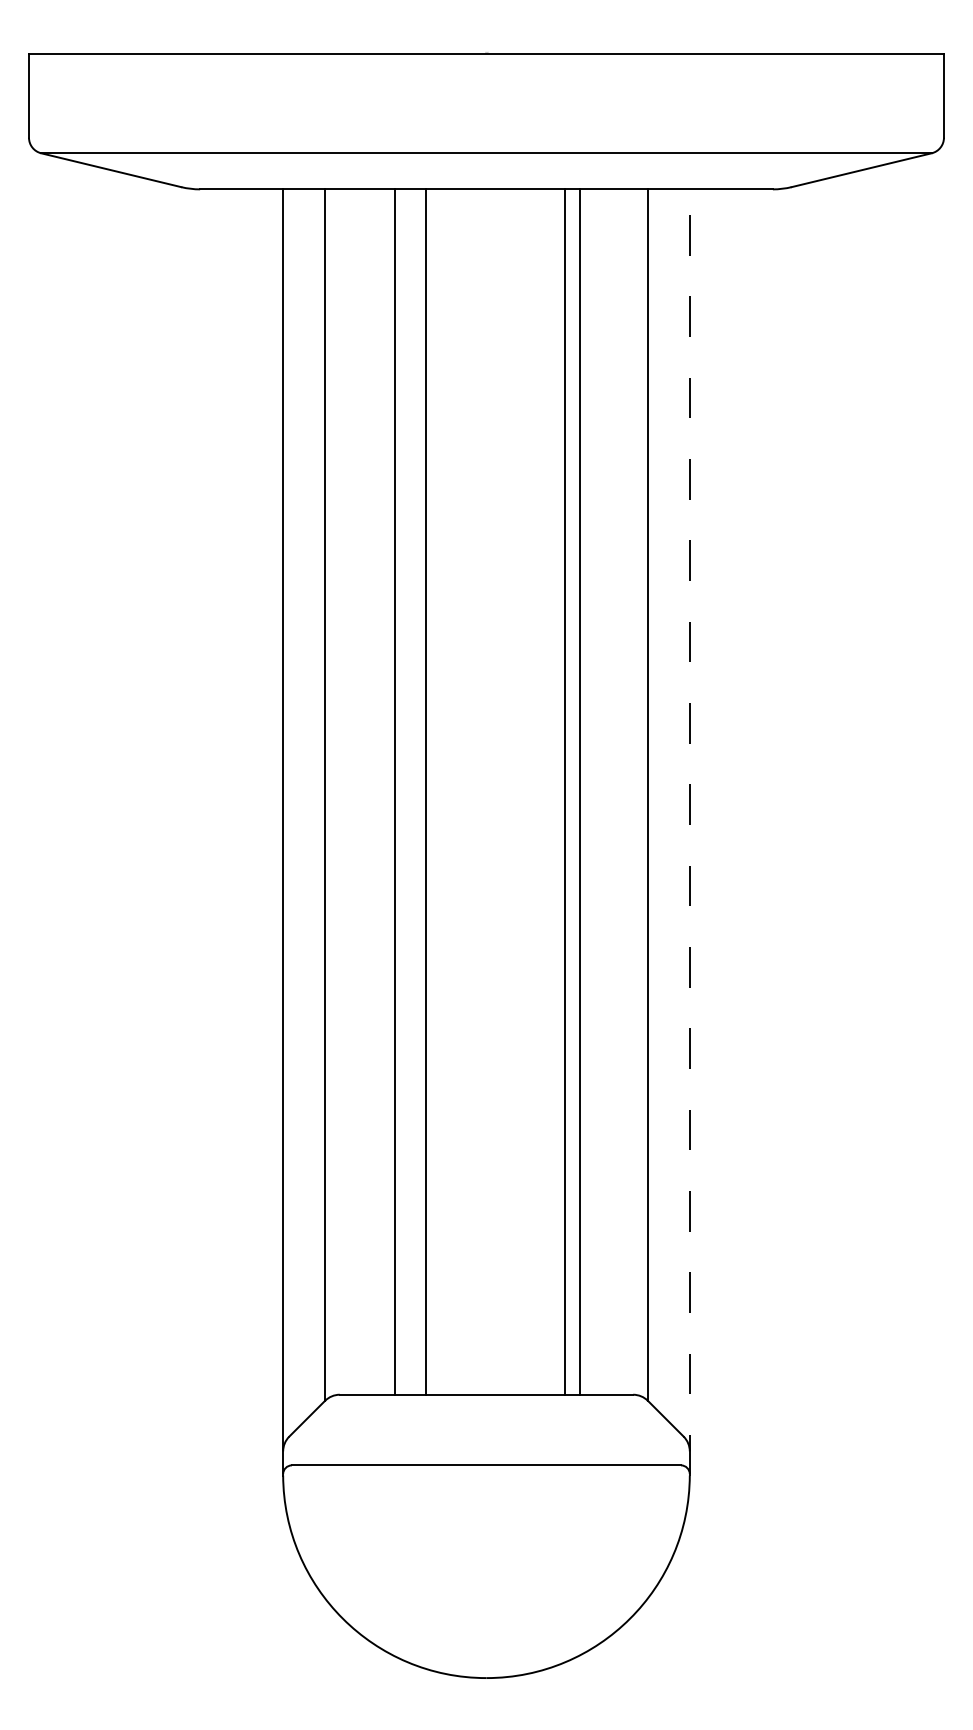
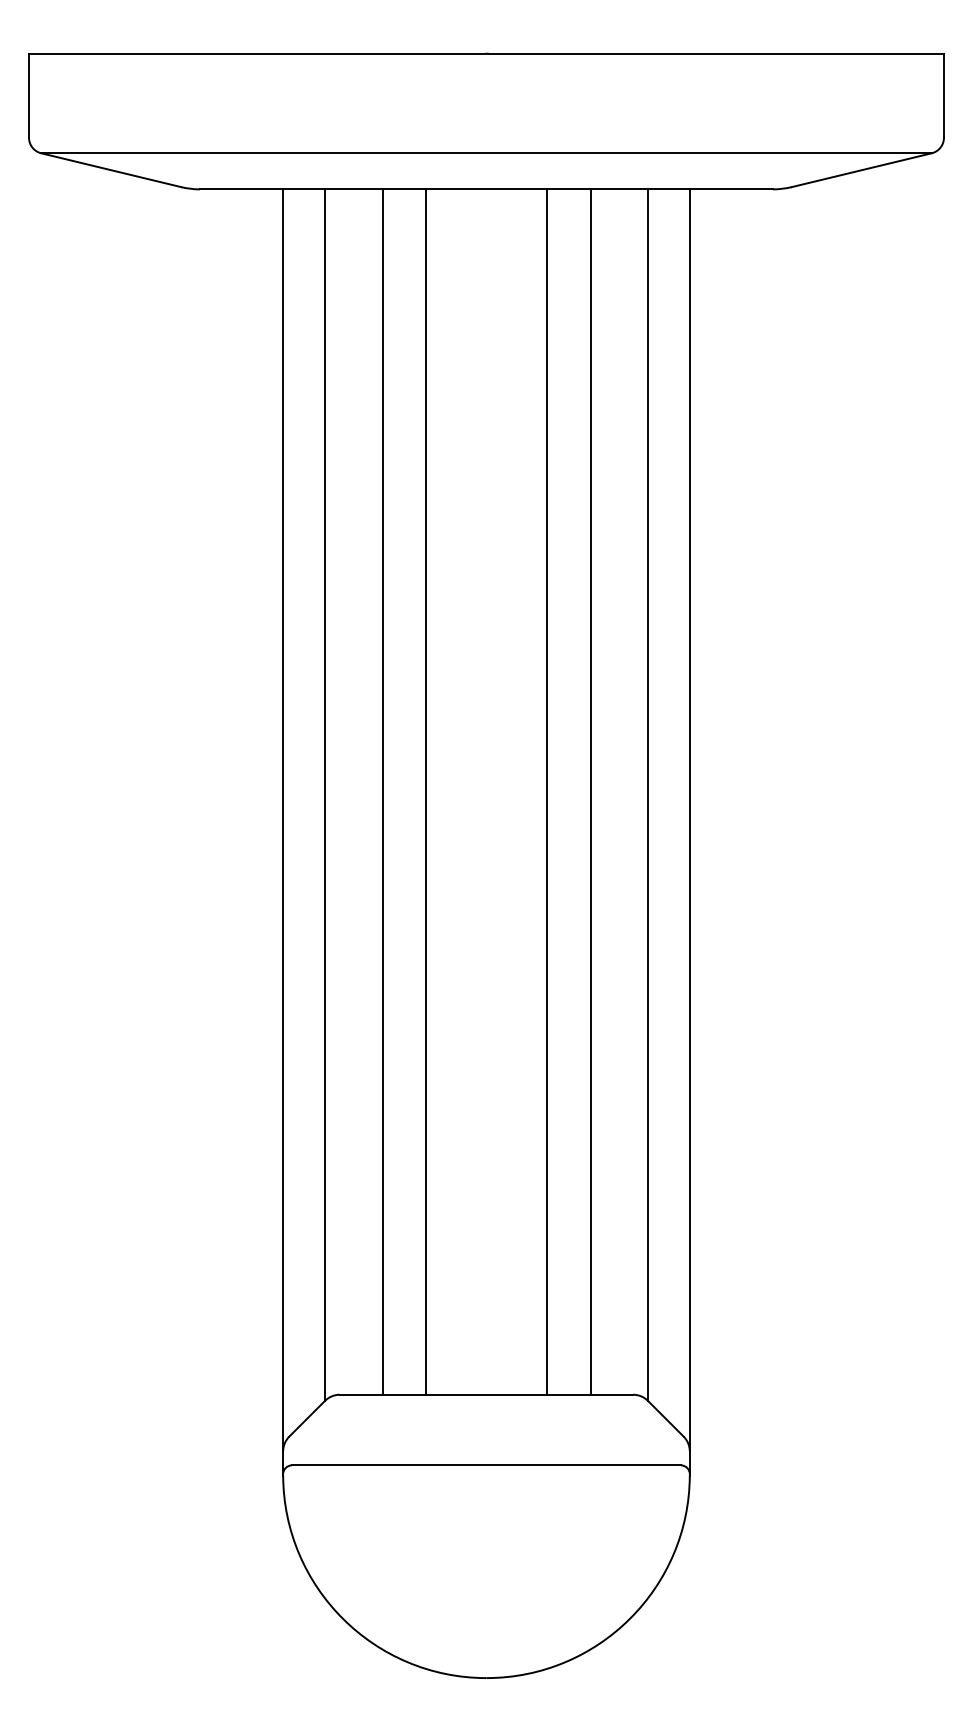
line at (394, 791) position: (394, 791) -> (382, 791)
line at (565, 791) position: (565, 791) -> (547, 791)
line at (579, 791) position: (579, 791) -> (590, 791)
line at (689, 831): dashed -> solid
